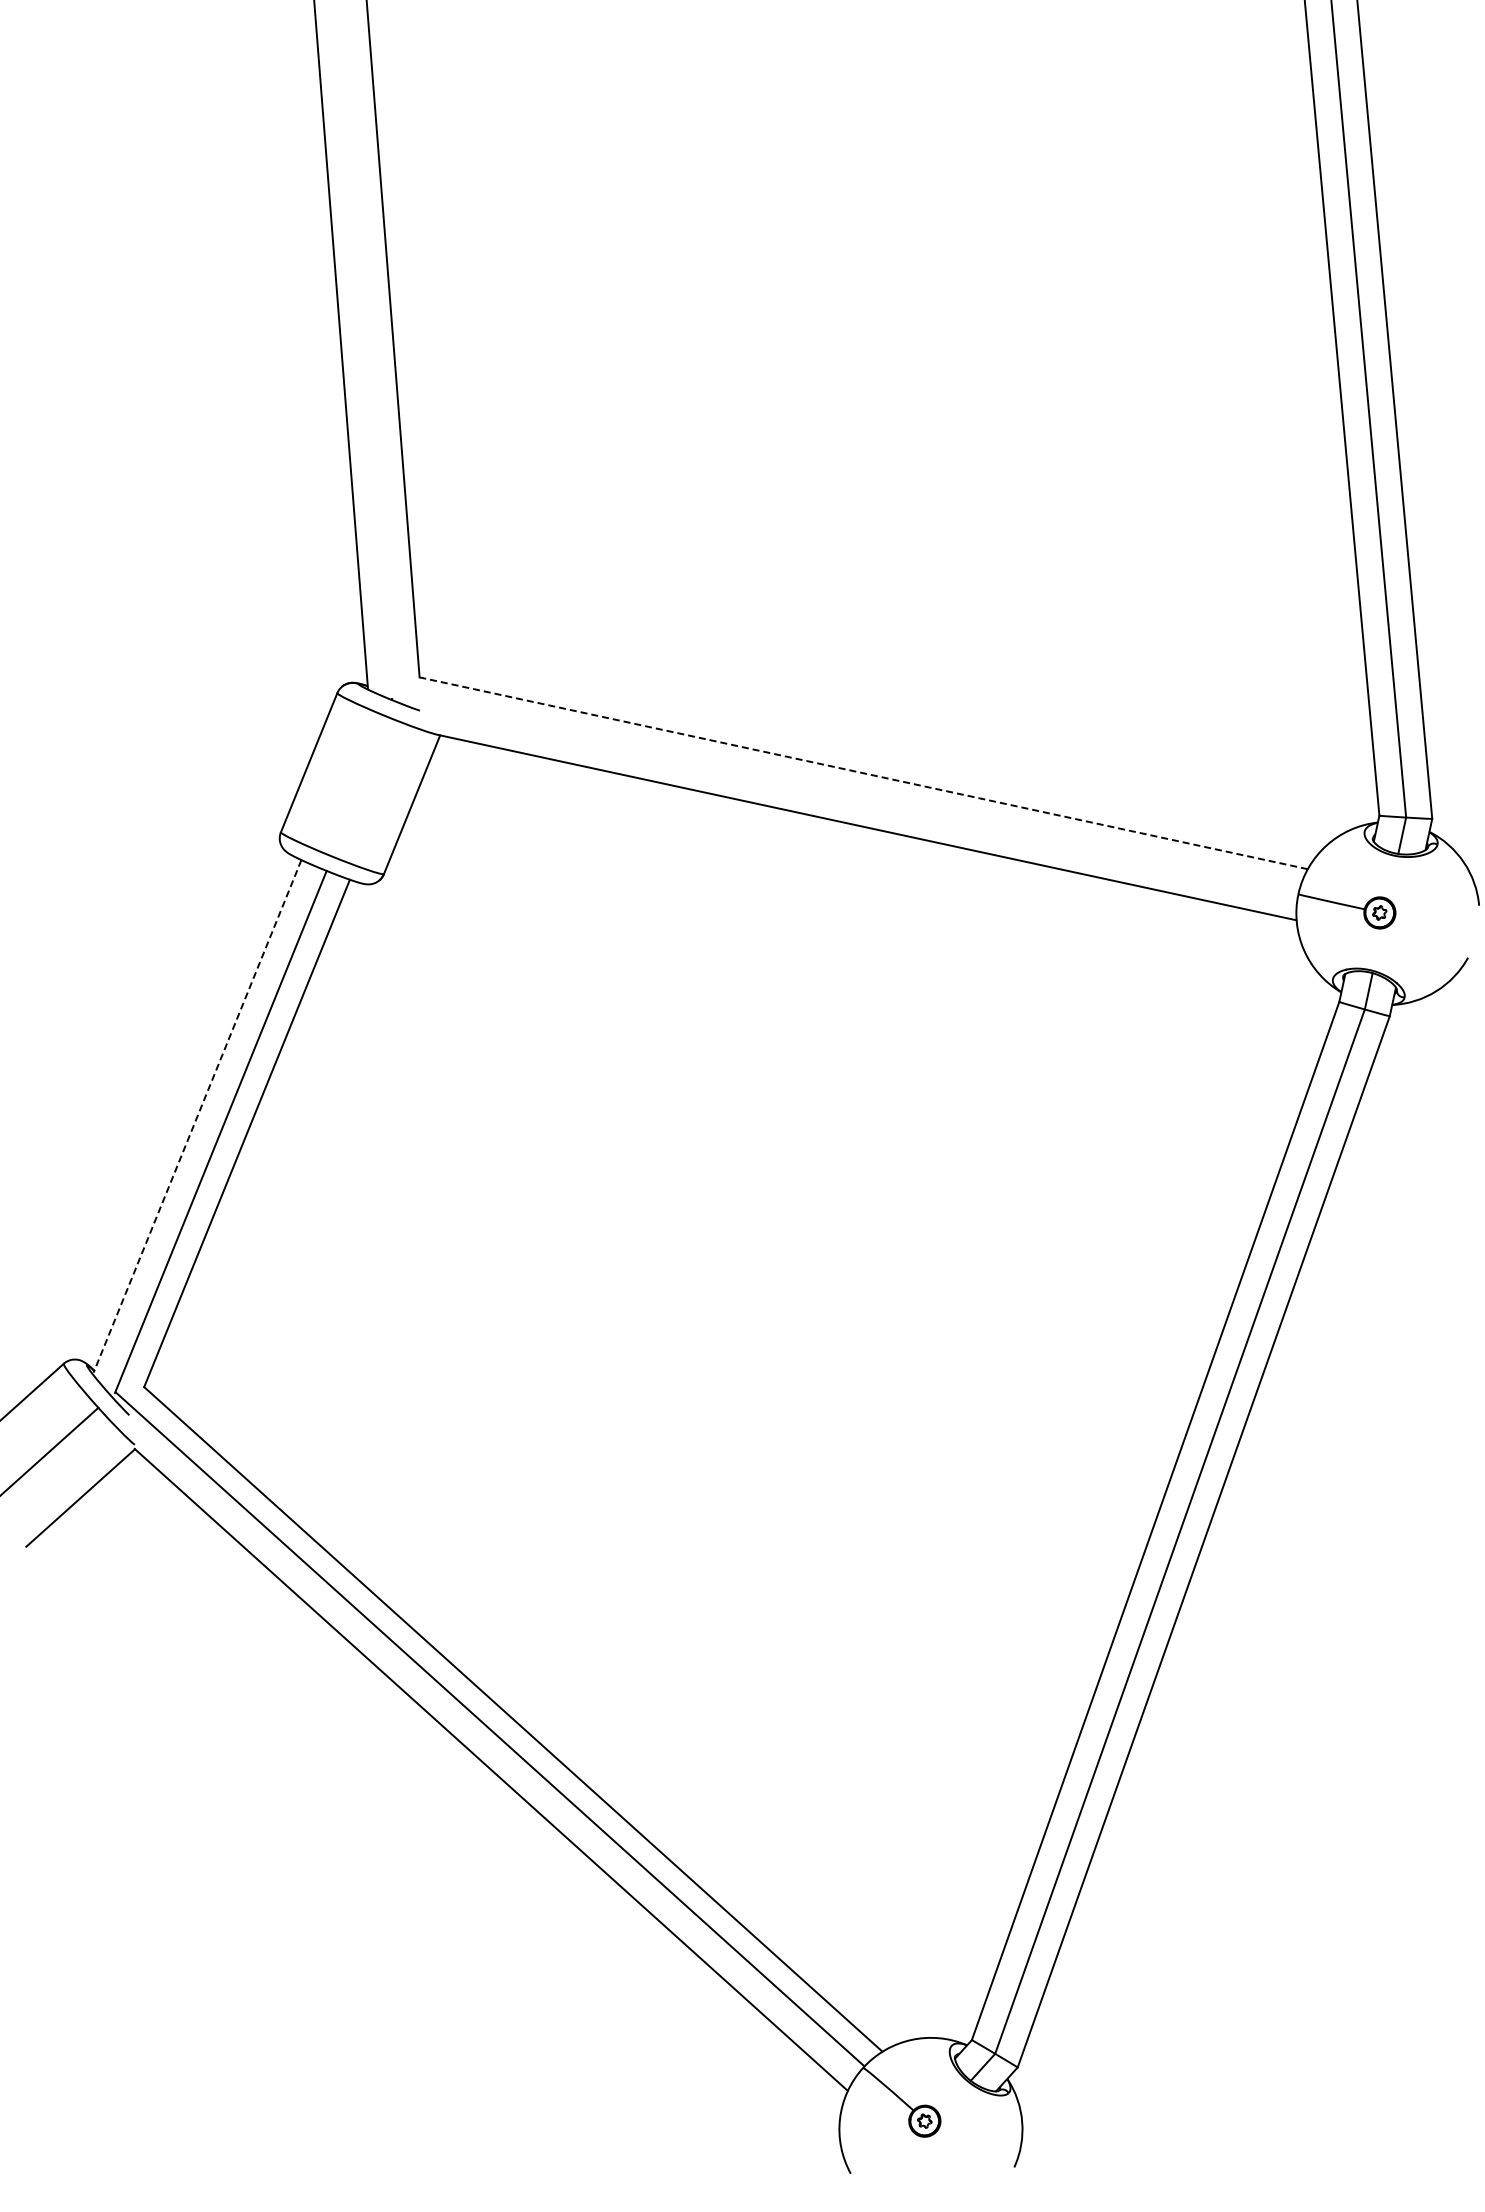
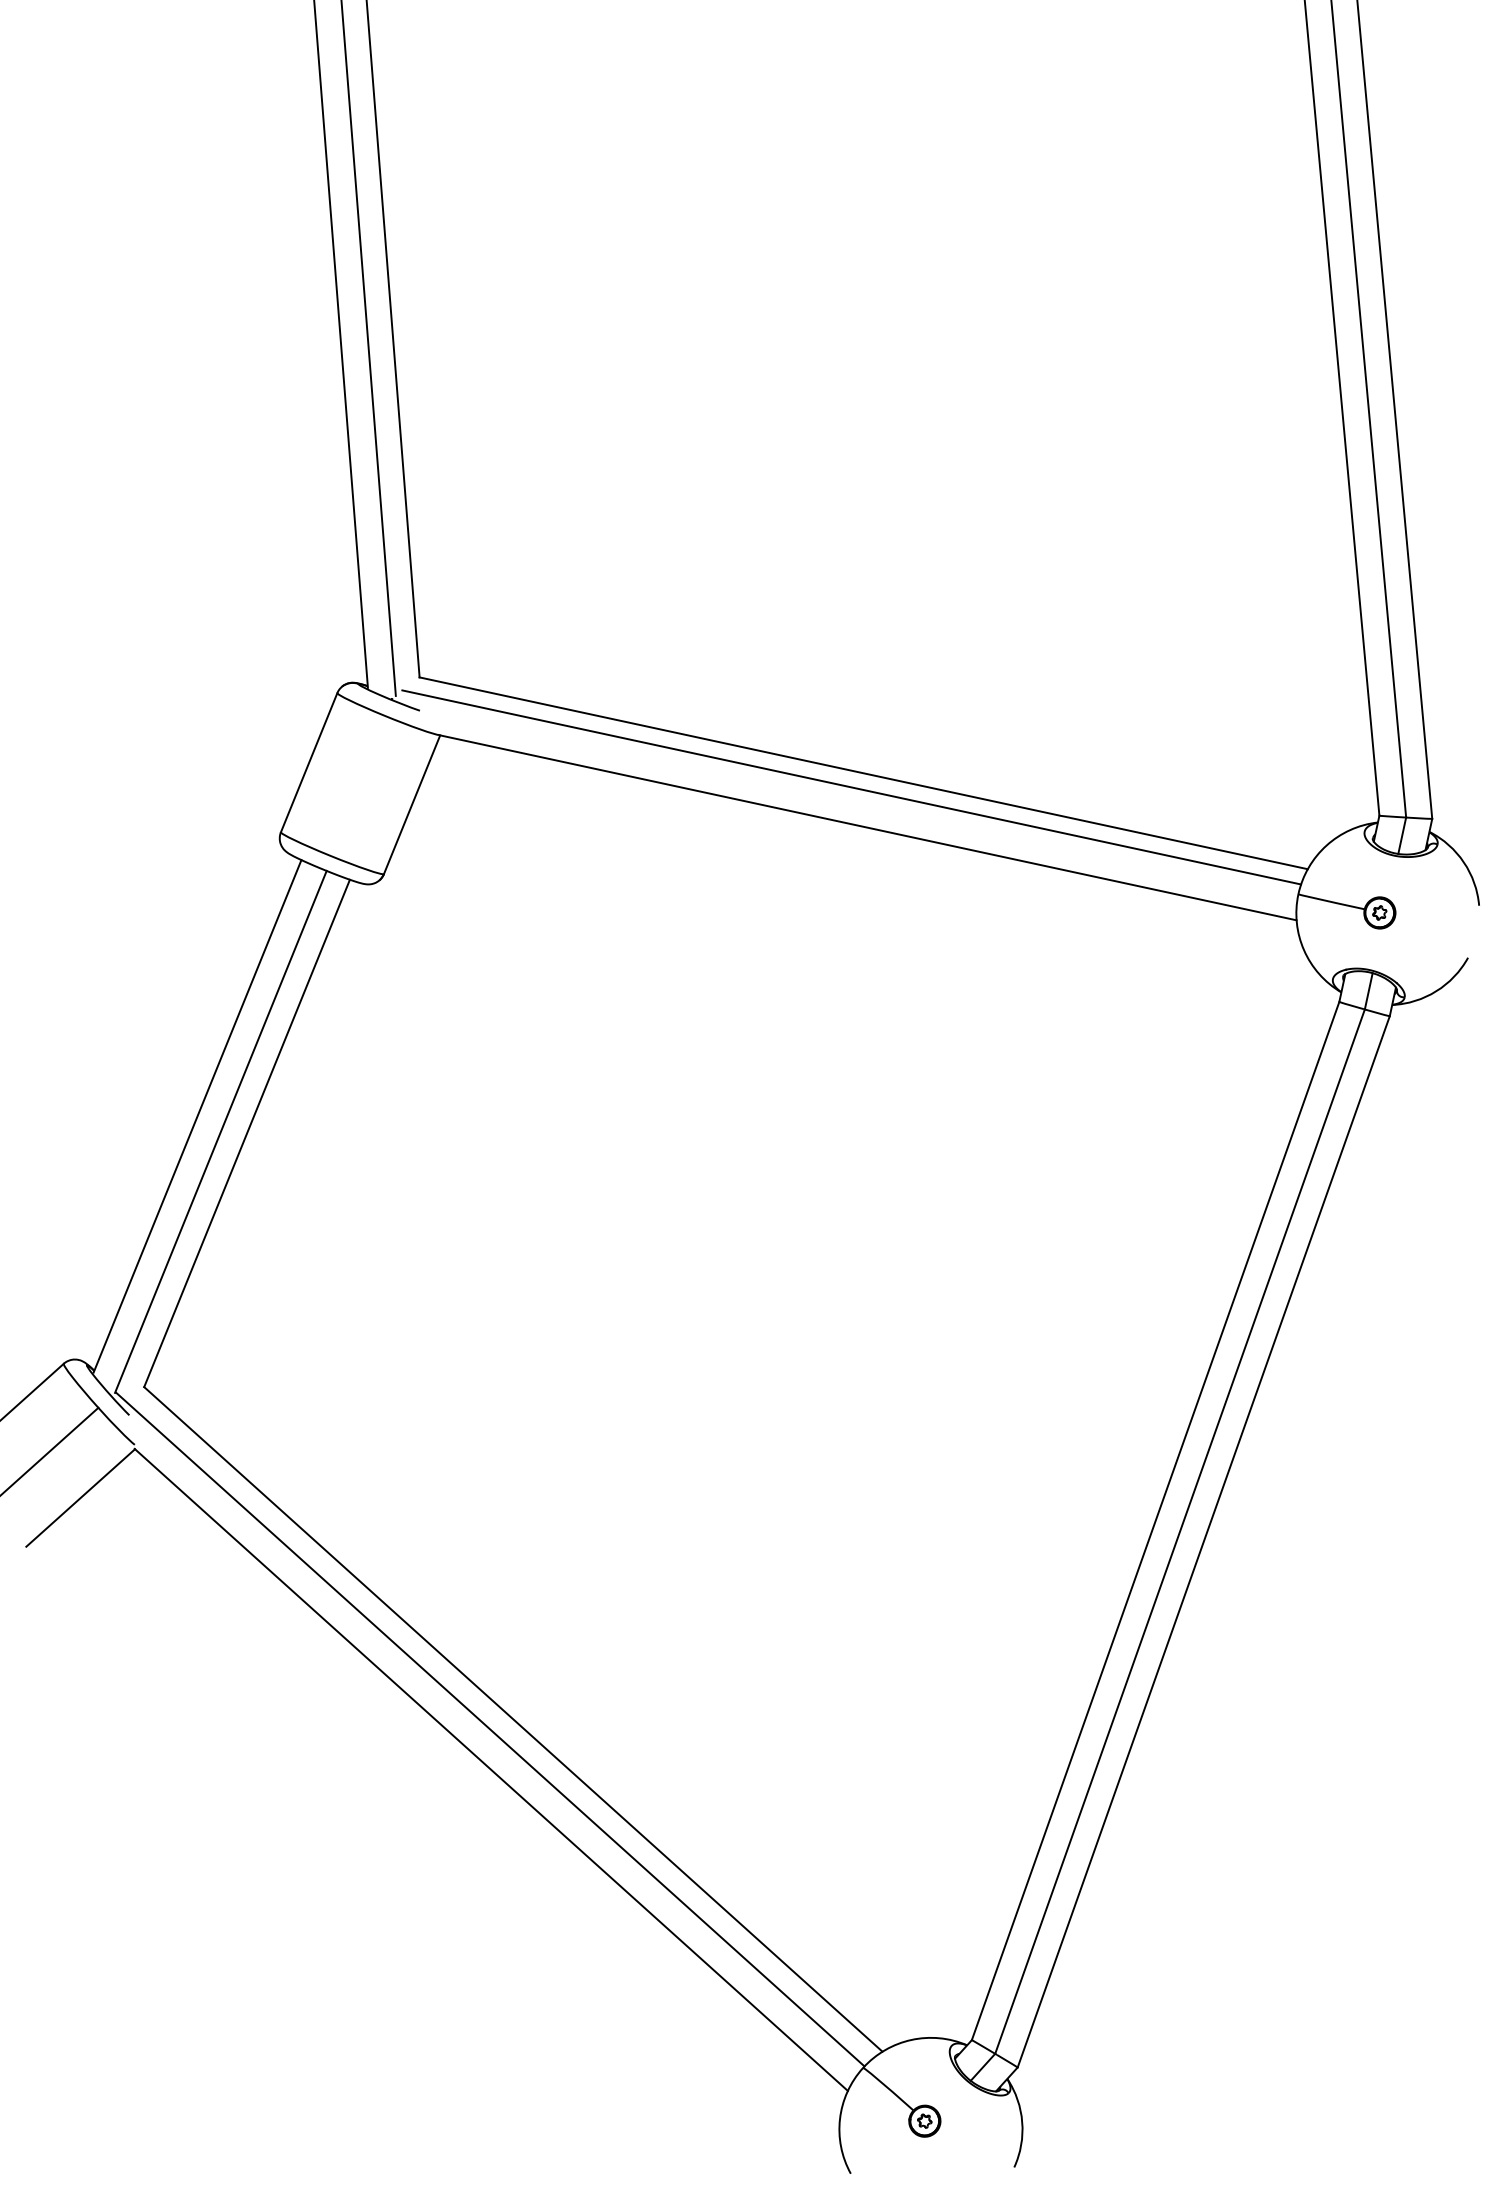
line at (368, 348): none -> present
line at (863, 773): dashed -> solid
line at (851, 787): none -> present
line at (197, 1116): dashed -> solid
